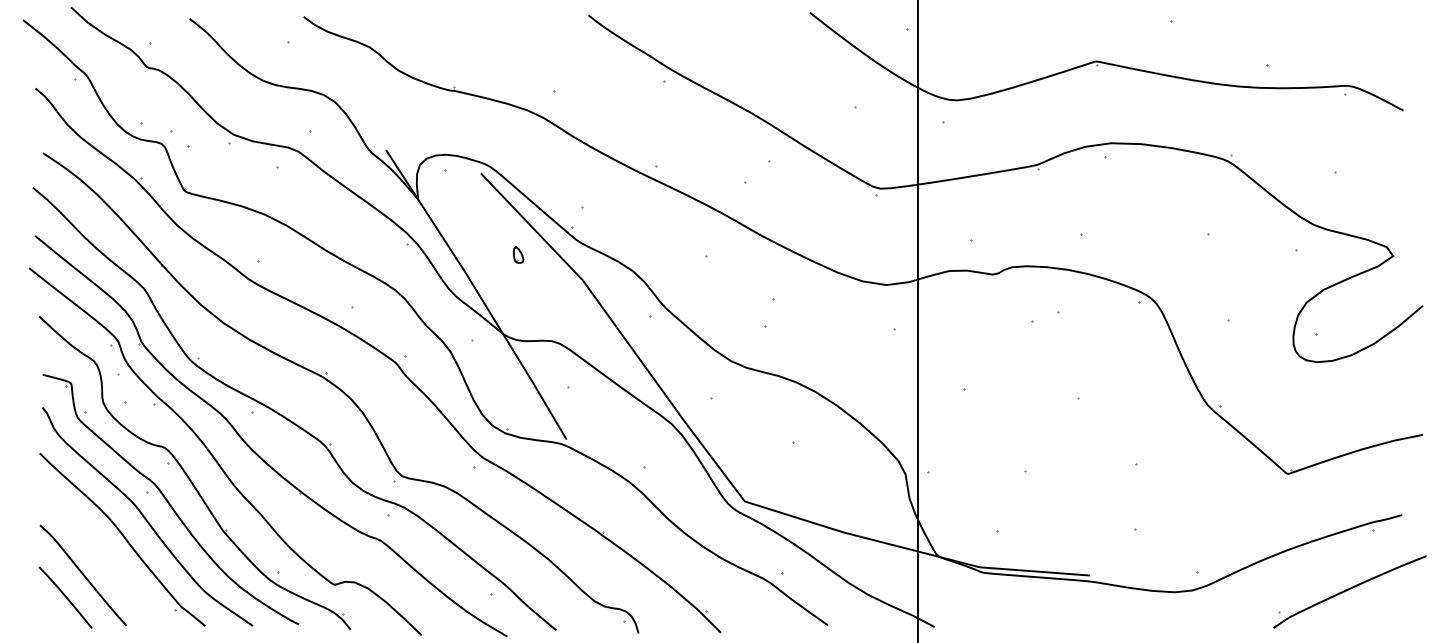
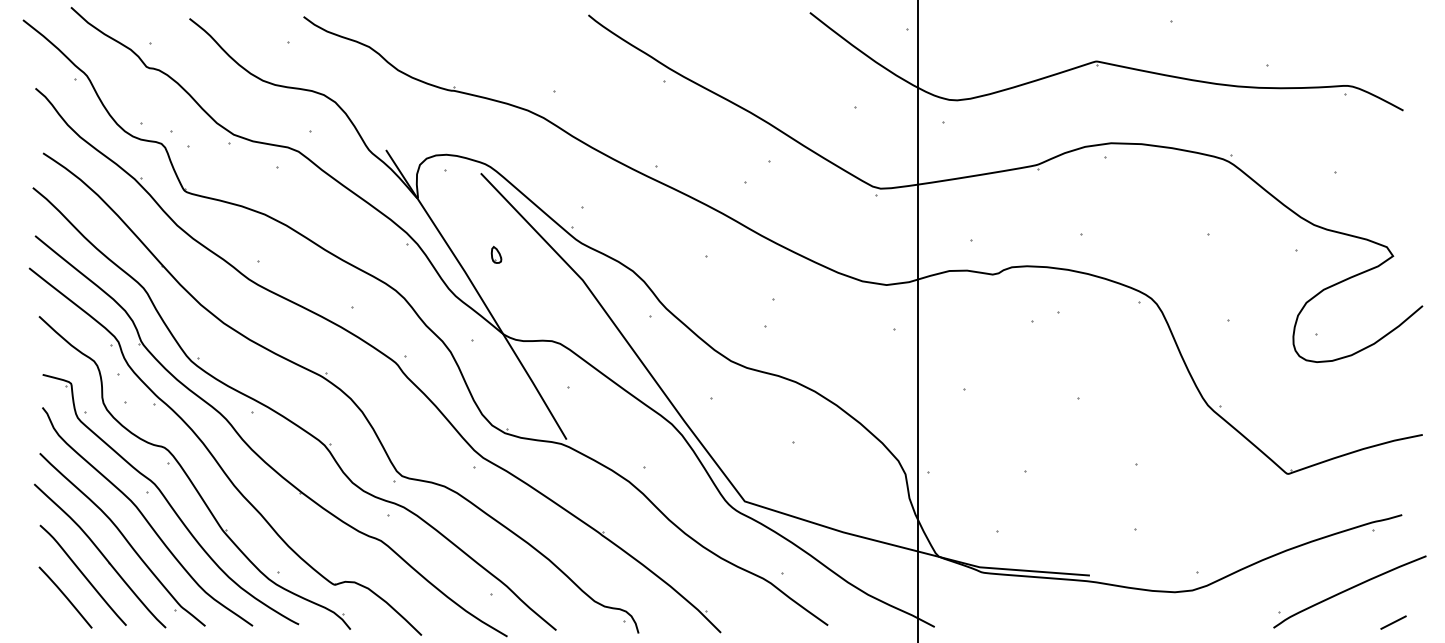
part at (518, 254) position: (518, 254) -> (496, 254)
part at (100, 555): none -> present
line at (1393, 622): none -> present
